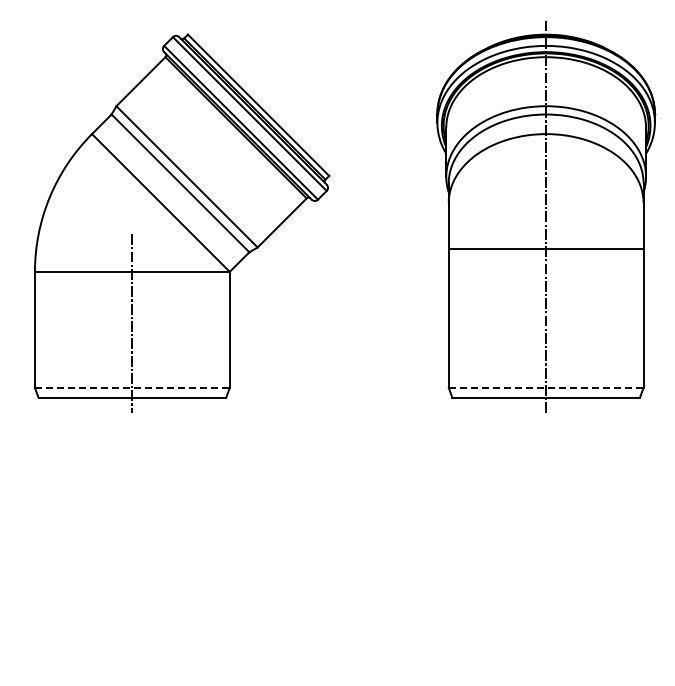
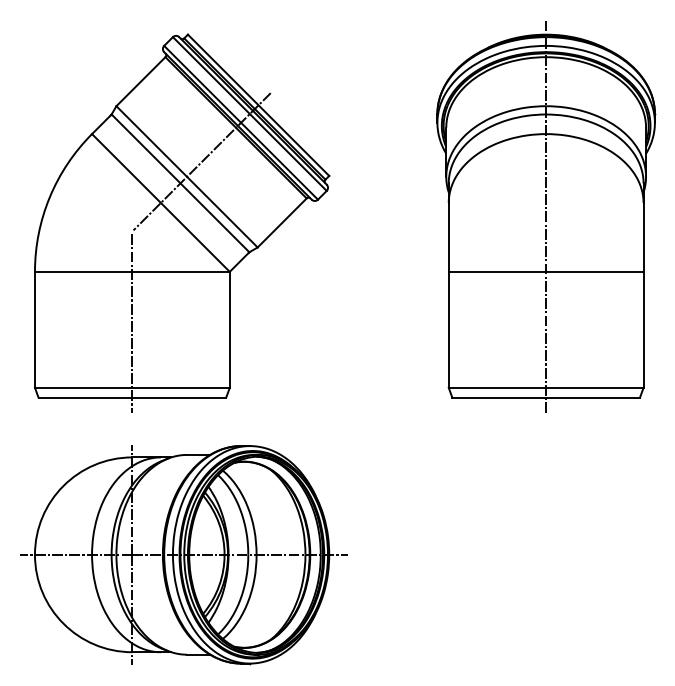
line at (201, 161): none -> present
line at (545, 248) position: (545, 248) -> (545, 271)
line at (132, 387): dashed -> solid
line at (546, 387): dashed -> solid
part at (183, 555): none -> present
